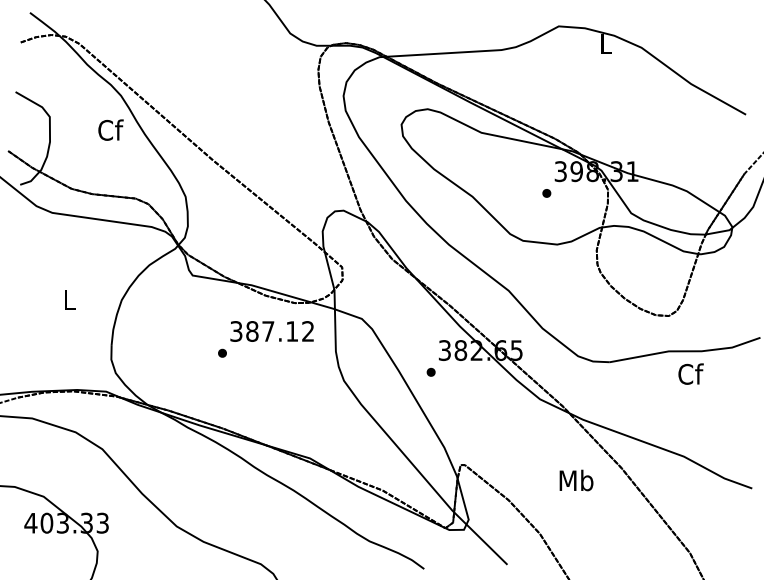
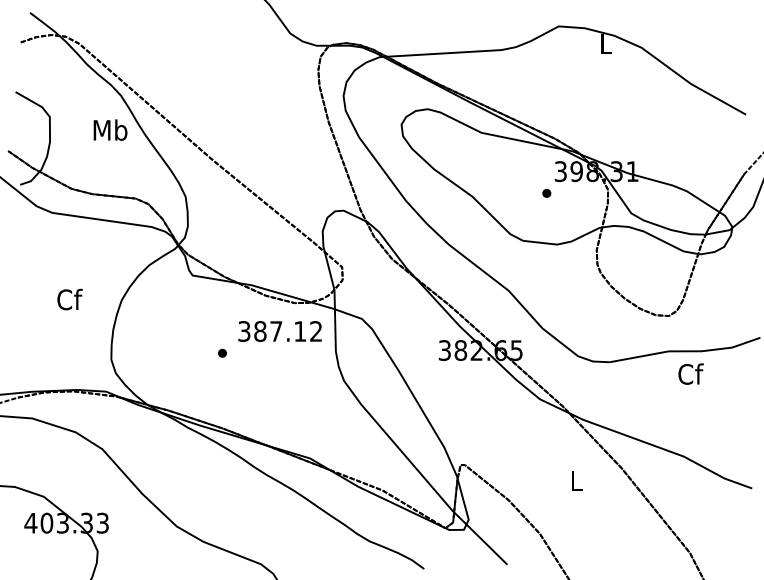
text at (110, 129): Cf -> Mb
text at (69, 299): L -> Cf
text at (271, 331) position: (271, 331) -> (279, 331)
part at (430, 371): present -> none
text at (576, 480): Mb -> L
